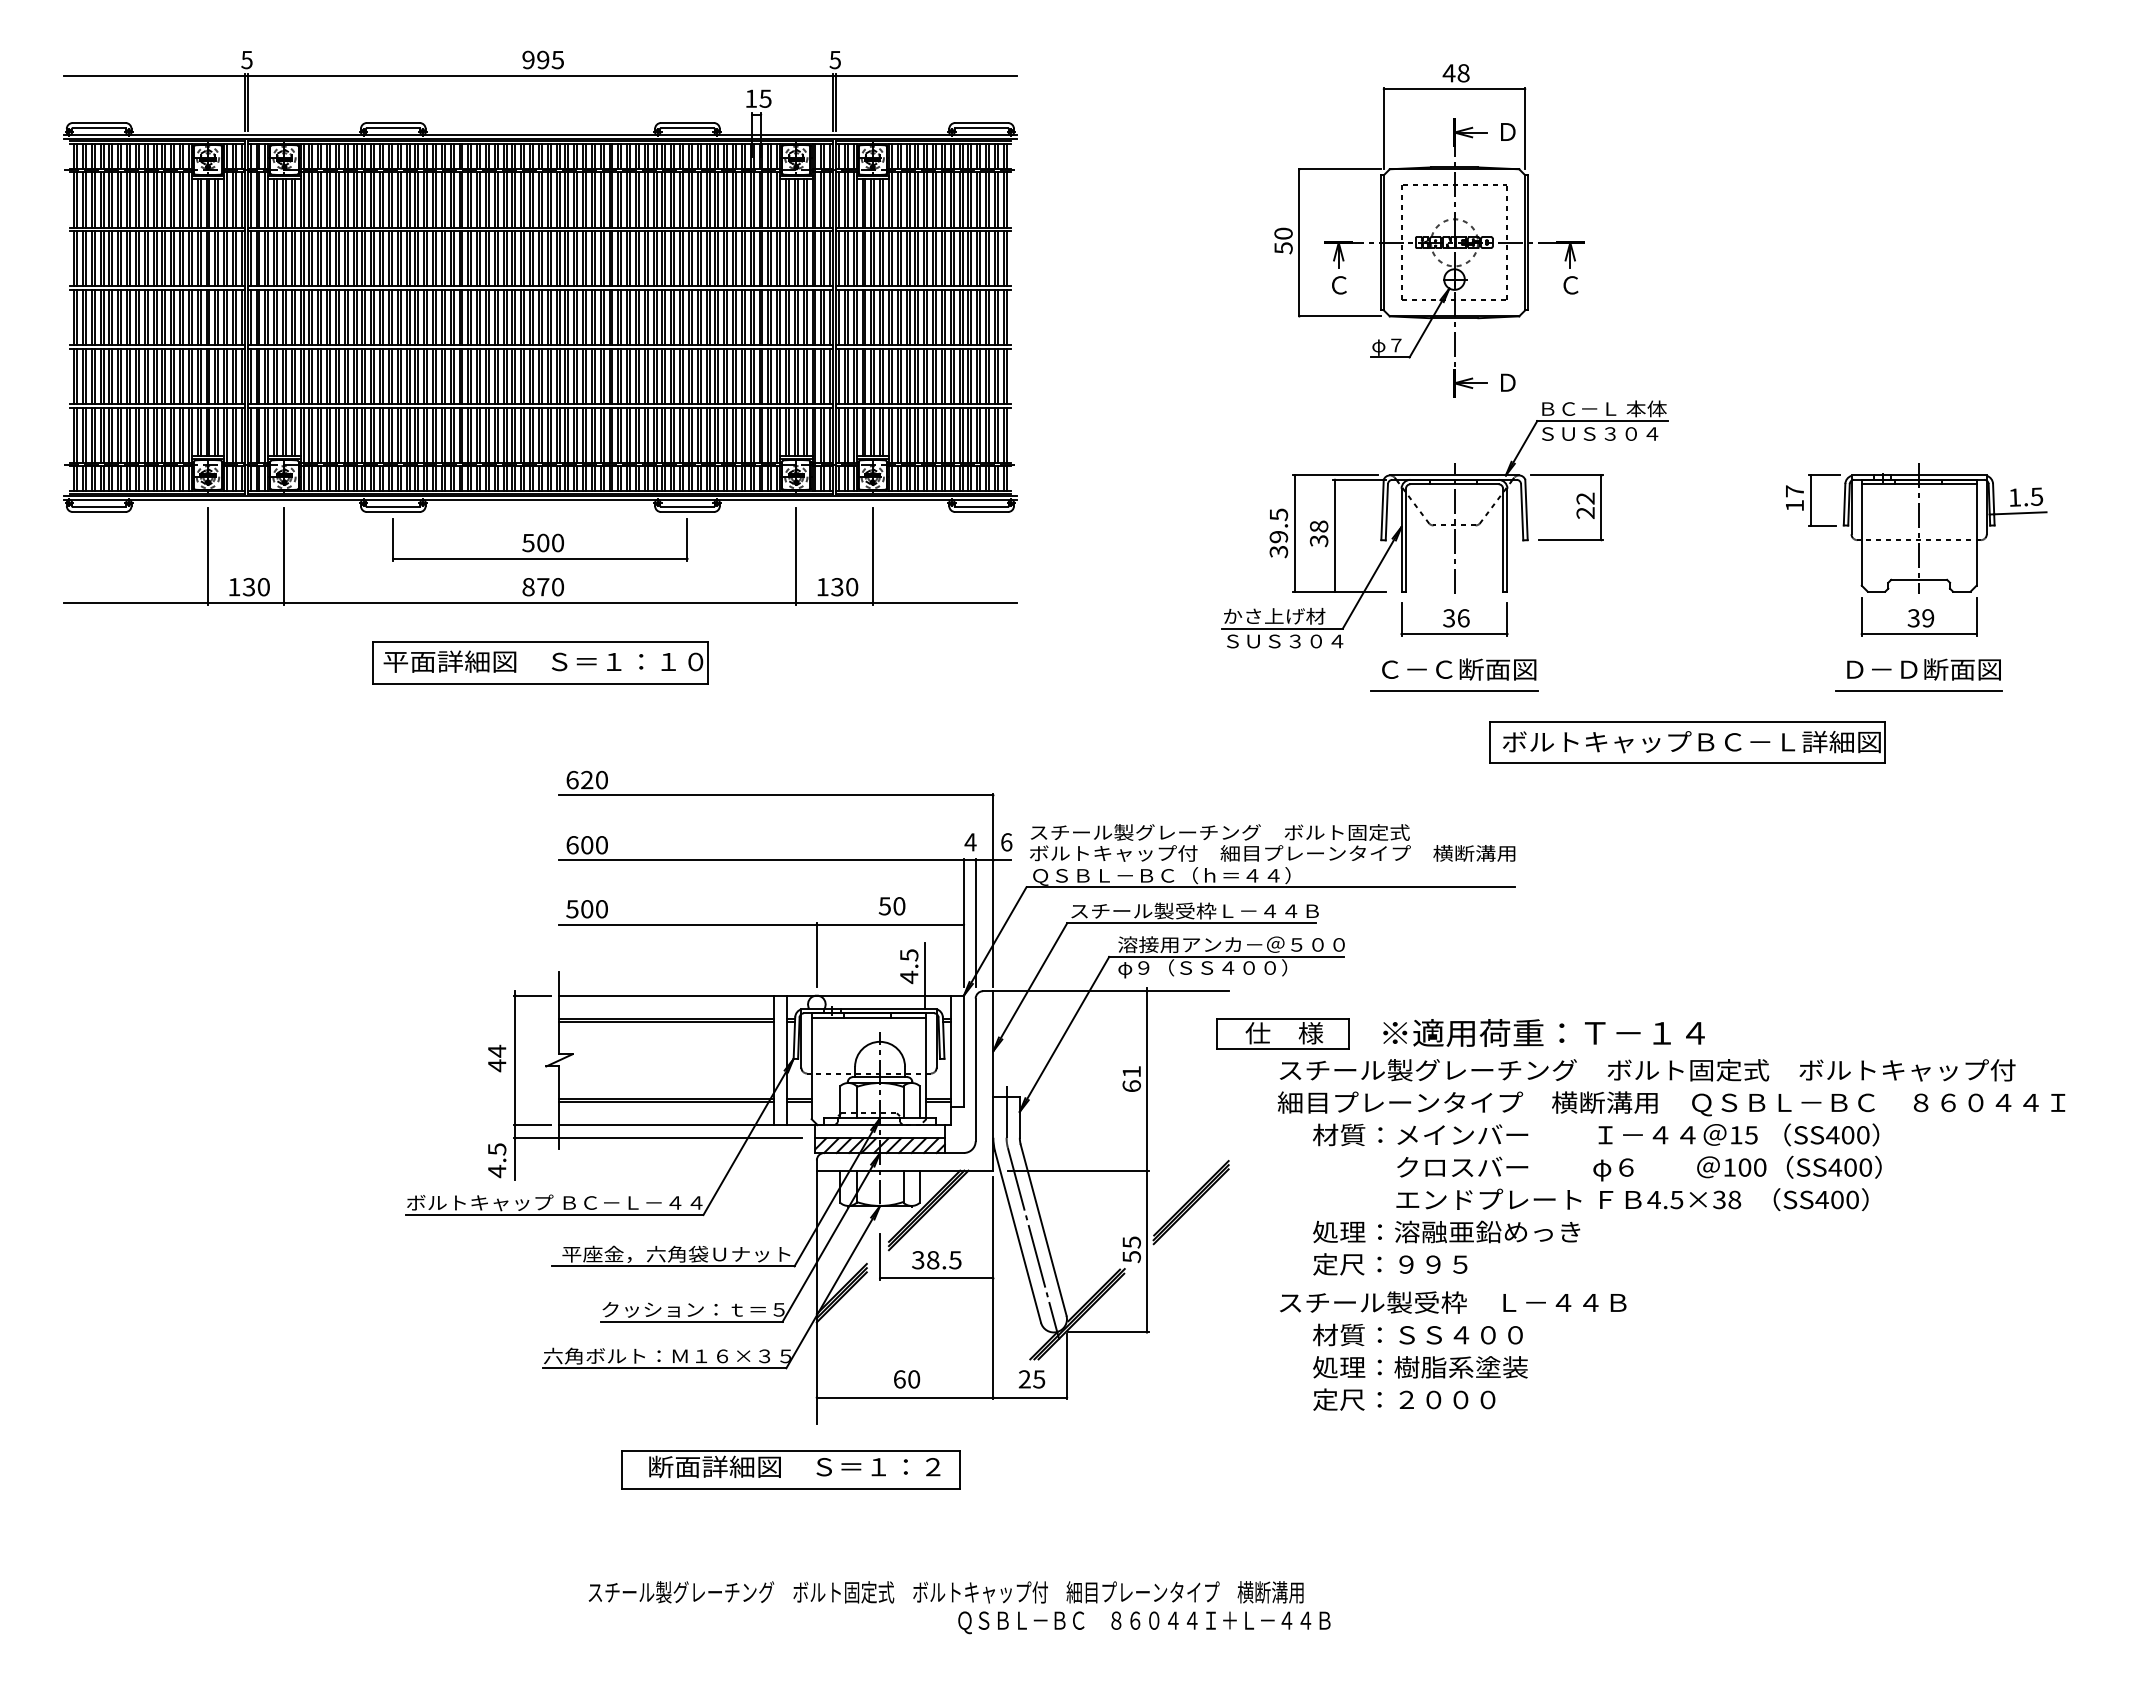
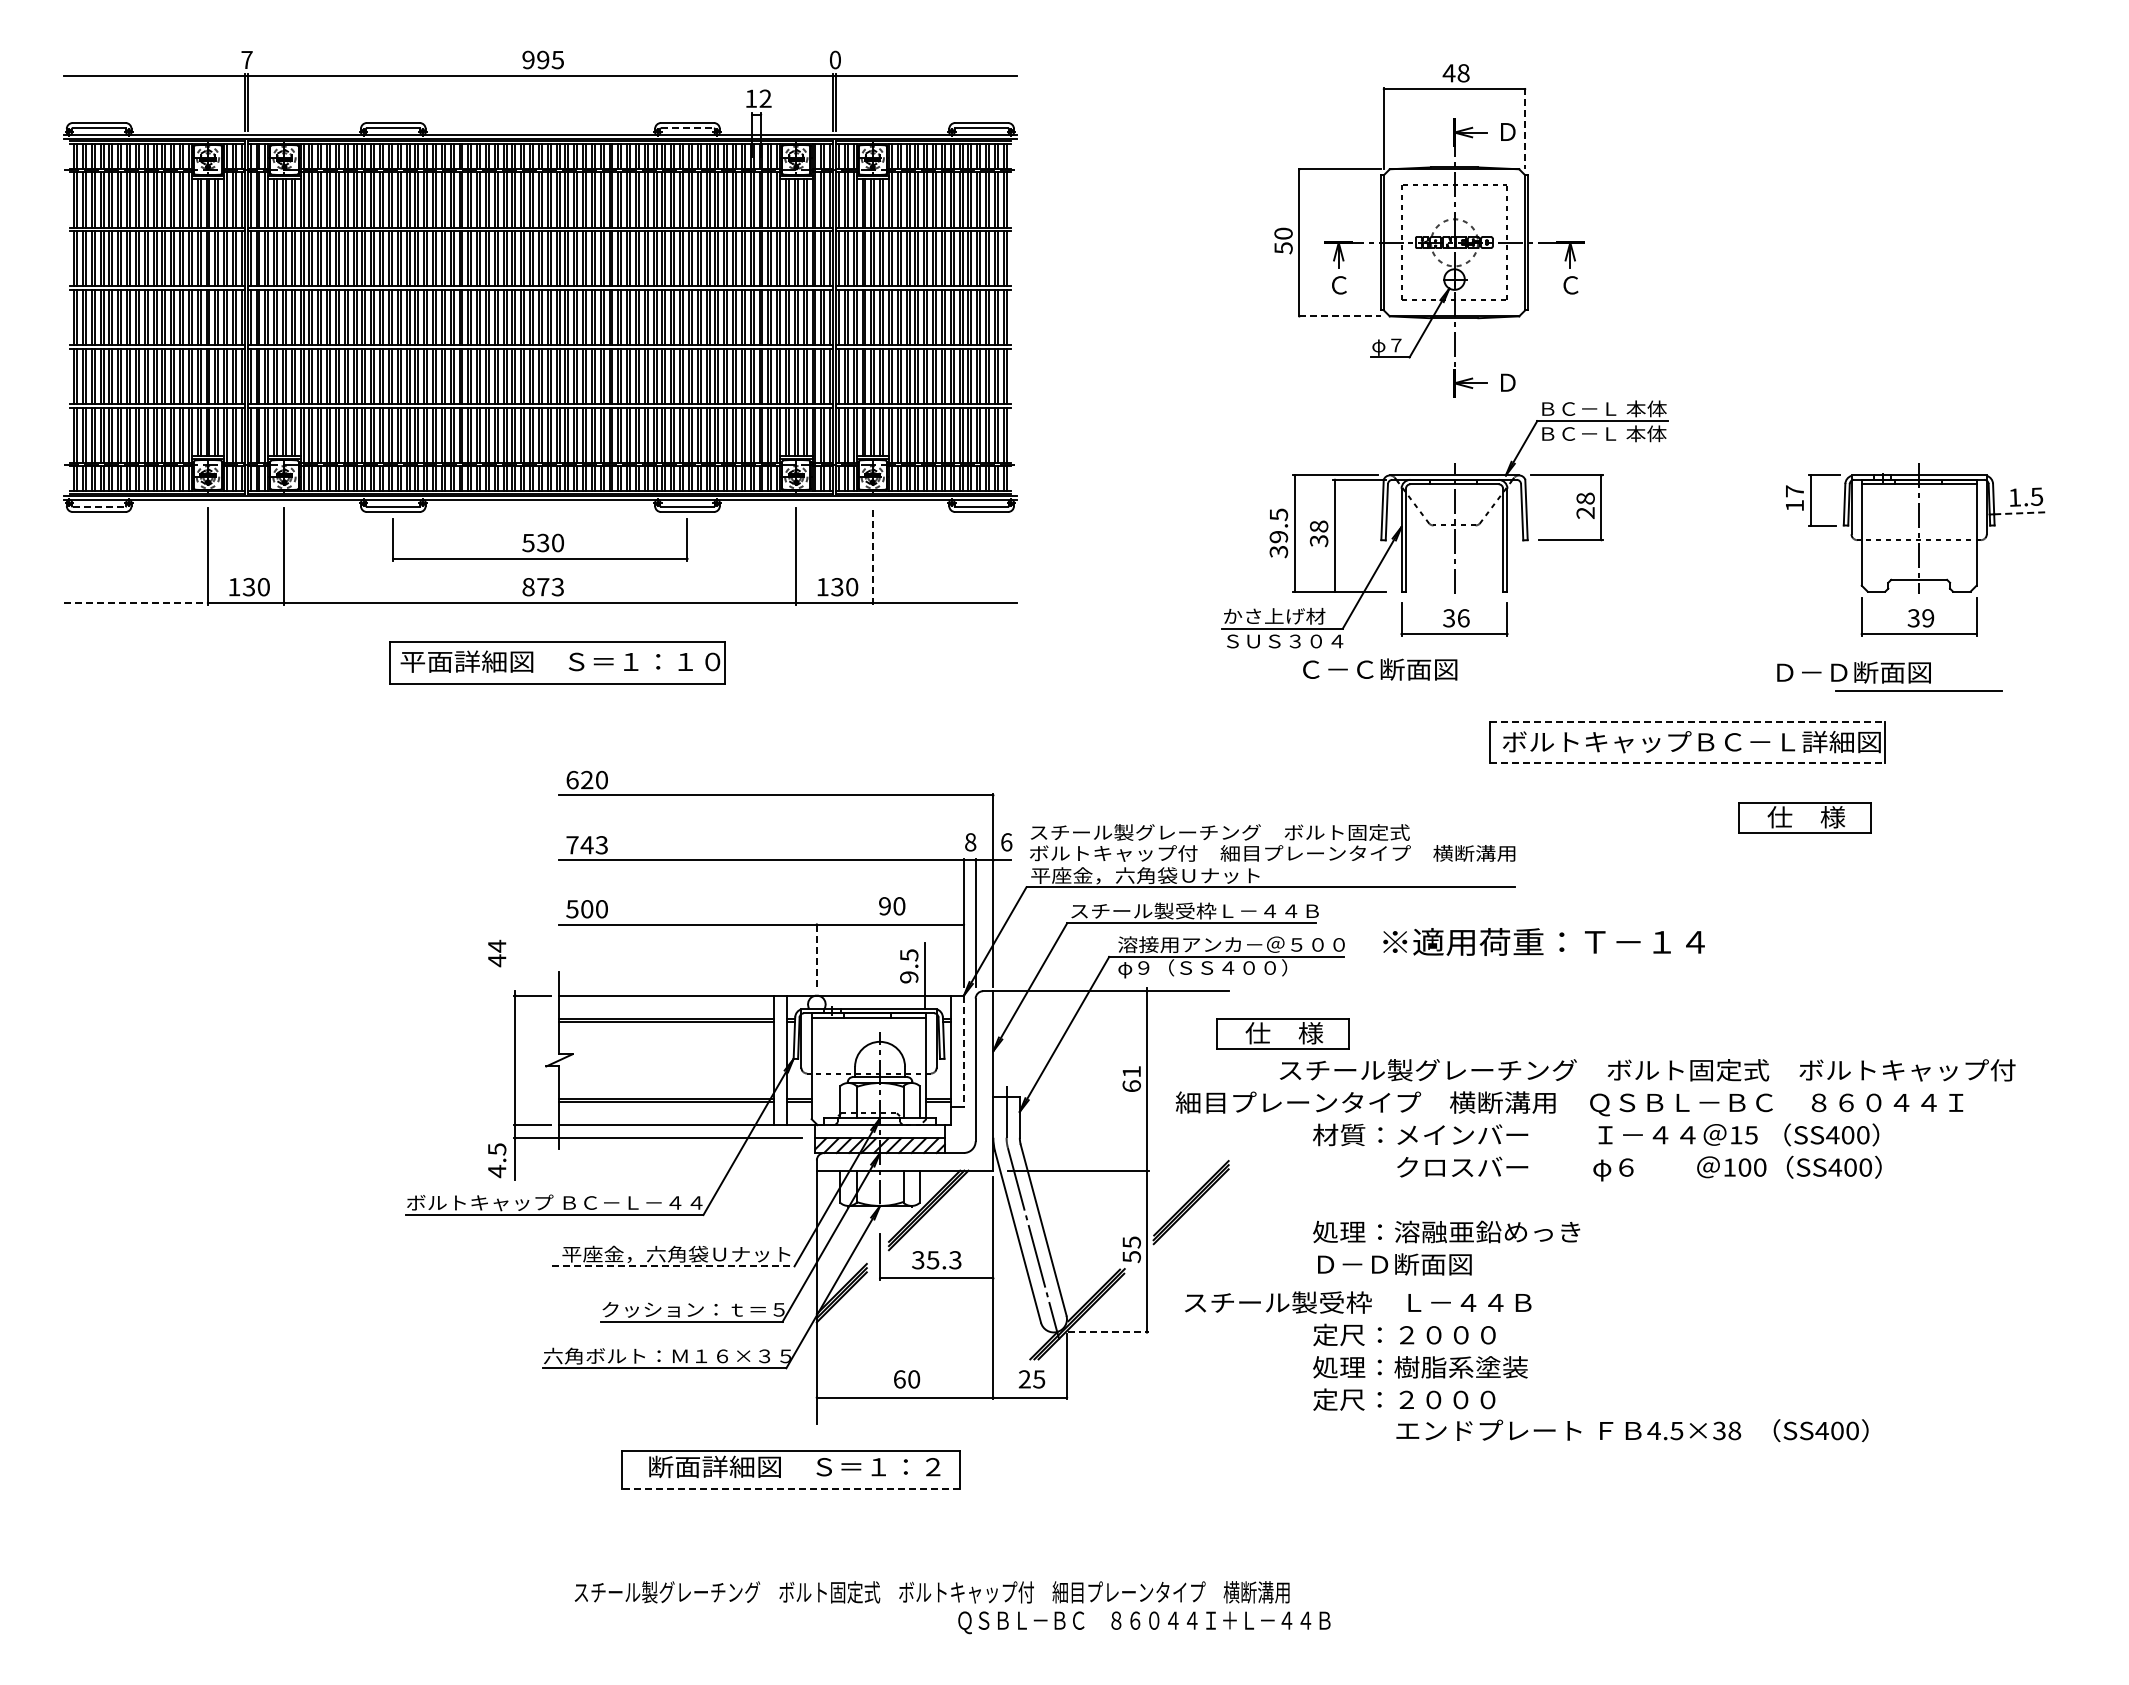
text at (834, 59): 5 -> 0
text at (246, 60): 5 -> 7
text at (765, 98): 15 -> 12
line at (687, 128): solid -> dashed
line at (1525, 128): solid -> dashed
line at (1340, 316): solid -> dashed
text at (1604, 433): ＳＵＳ３０４ -> ＢＣ－Ｌ 本体
text at (1585, 498): 22 -> 28
line at (99, 506): solid -> dashed
line at (2020, 513): solid -> dashed
text at (543, 542): 500 -> 530
line at (872, 555): solid -> dashed
text at (557, 587): 870 -> 873
line at (136, 602): solid -> dashed
part at (540, 662) position: (540, 662) -> (557, 662)
text at (1459, 669) position: (1459, 669) -> (1380, 669)
text at (1923, 669) position: (1923, 669) -> (1853, 672)
line at (1454, 690): present -> none
line at (1687, 721): solid -> dashed
line at (1687, 762): solid -> dashed
part at (1804, 817): none -> present
text at (970, 842): 4 -> 8
text at (586, 845): 600 -> 743
text at (1160, 876): ＱＳＢＬ－ＢＣ（ｈ＝４４） -> 平座金，六角袋Ｕナット
text at (884, 906): 50 -> 90
line at (816, 954): solid -> dashed
text at (909, 977): 4.5 -> 9.5
text at (1543, 1032) position: (1543, 1032) -> (1543, 941)
line at (963, 1051): solid -> dashed
text at (497, 1058) position: (497, 1058) -> (497, 953)
text at (1671, 1103) position: (1671, 1103) -> (1569, 1103)
text at (1632, 1199) position: (1632, 1199) -> (1632, 1430)
text at (943, 1260): 38.5 -> 35.3
text at (1392, 1264): 定尺：９９５ -> Ｄ－Ｄ断面図
line at (673, 1266): solid -> dashed
text at (1453, 1302) position: (1453, 1302) -> (1358, 1302)
line at (1109, 1332): solid -> dashed
text at (1417, 1334): 材質：ＳＳ４００ -> 定尺：２０００
line at (790, 1488): solid -> dashed
text at (945, 1592) position: (945, 1592) -> (931, 1592)
